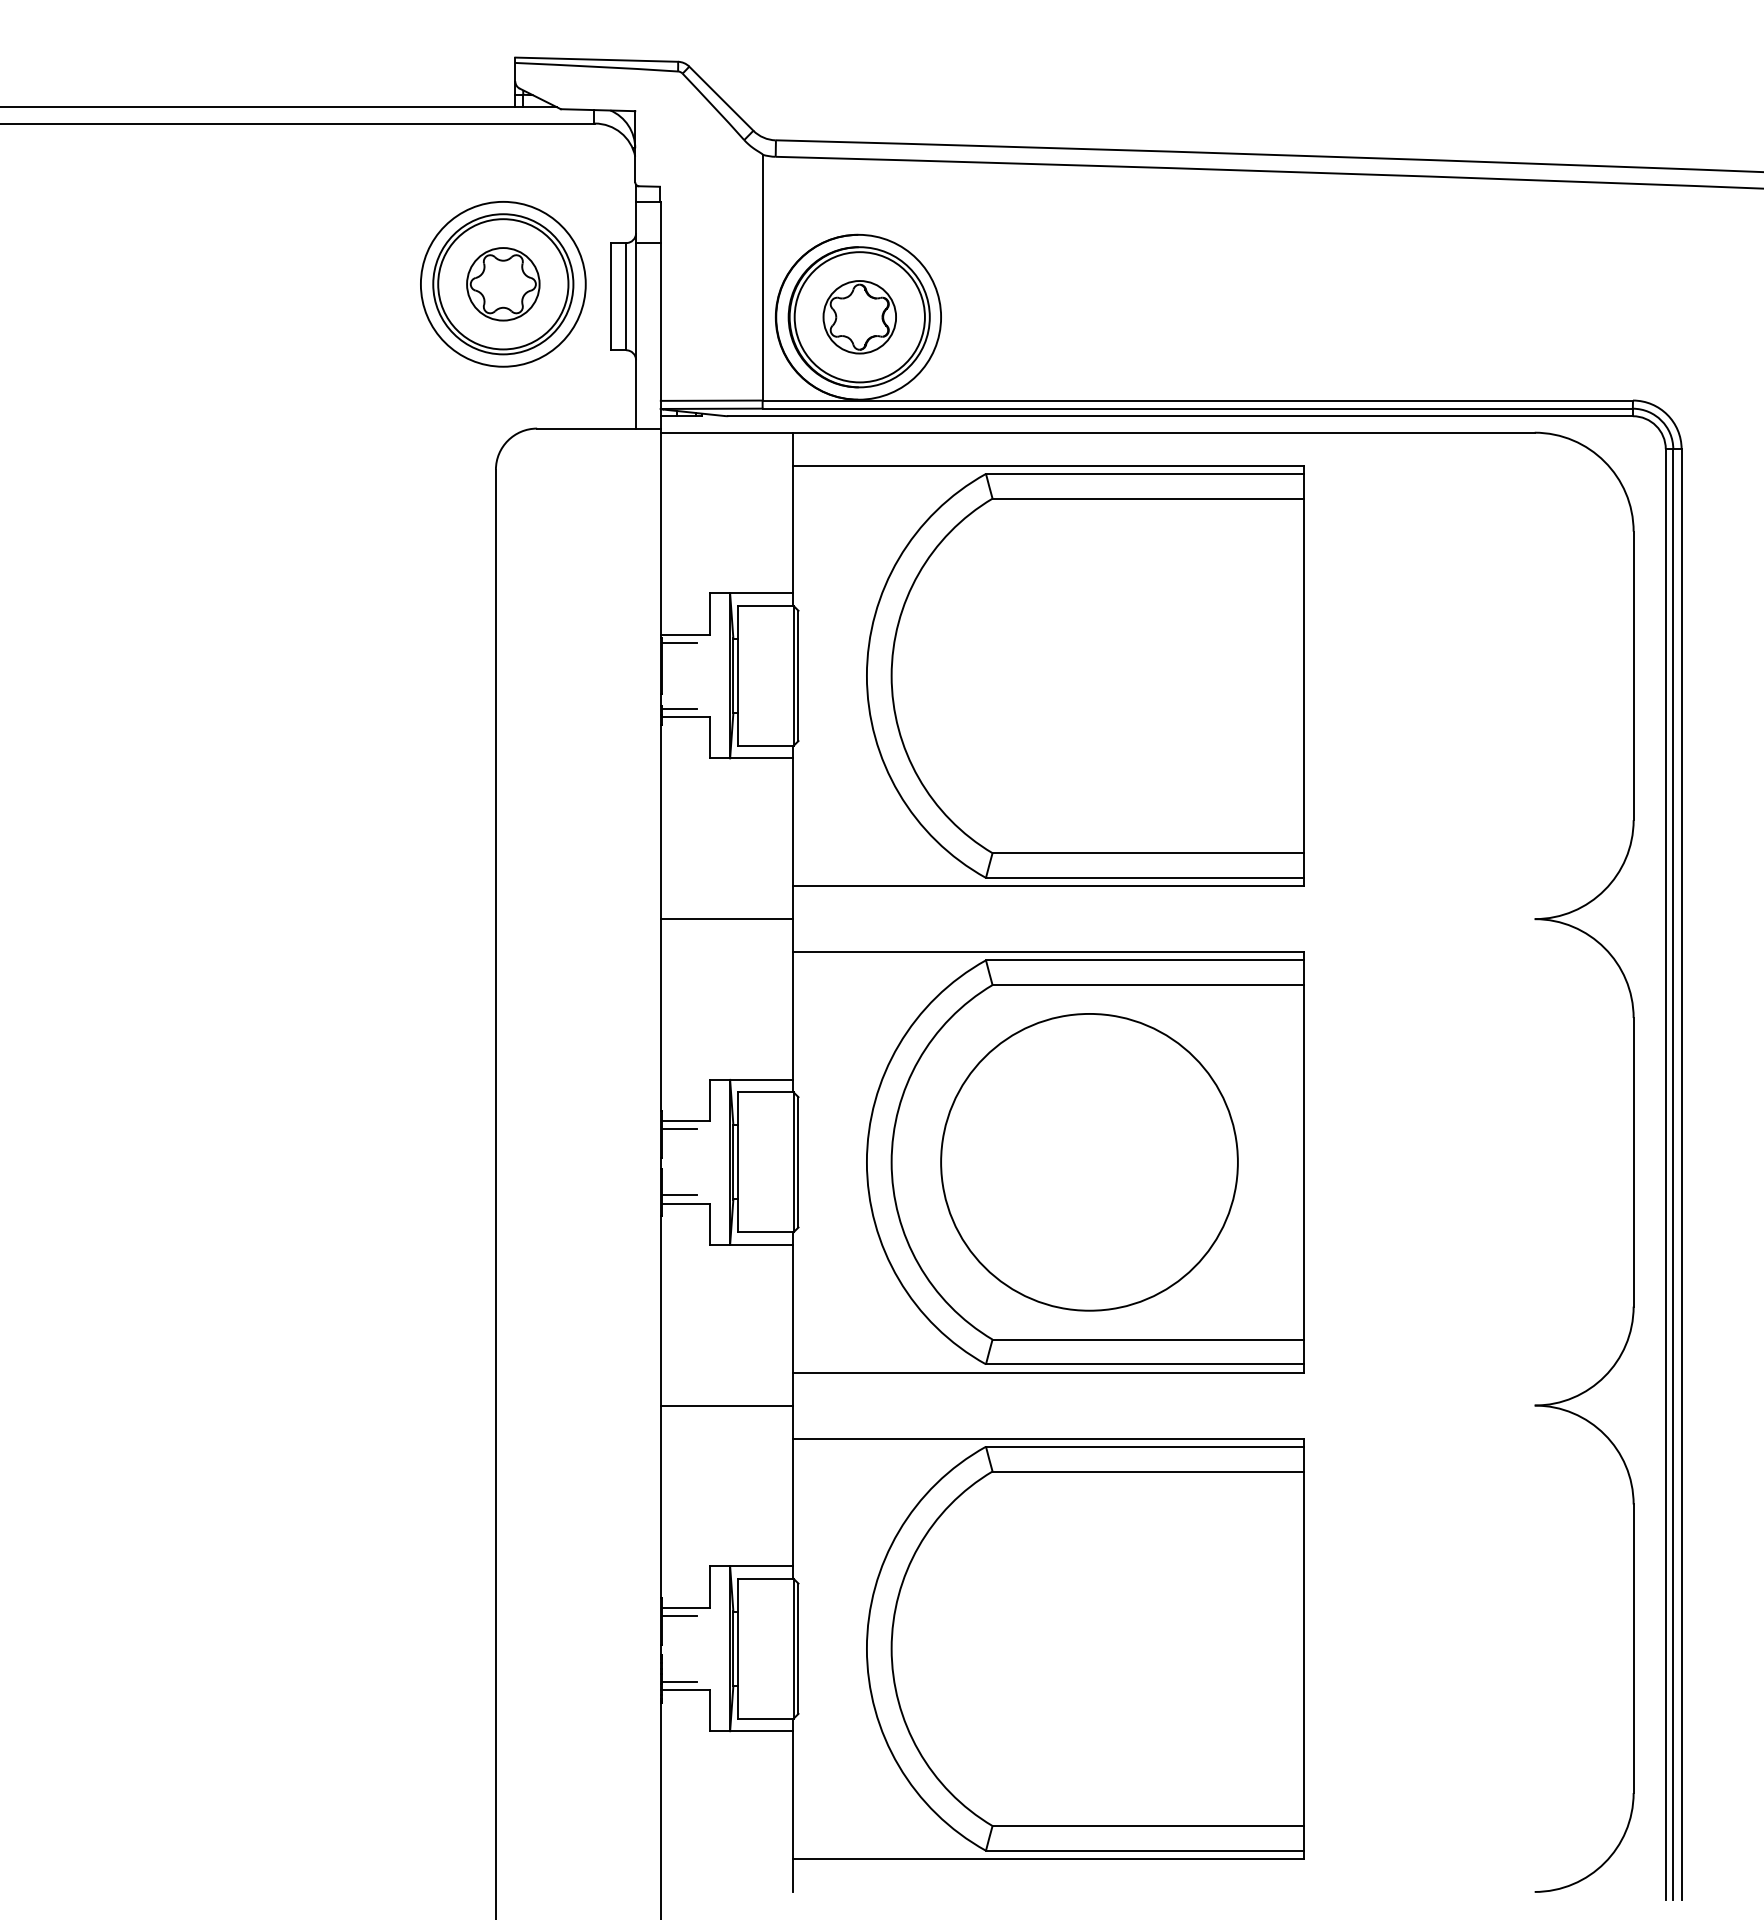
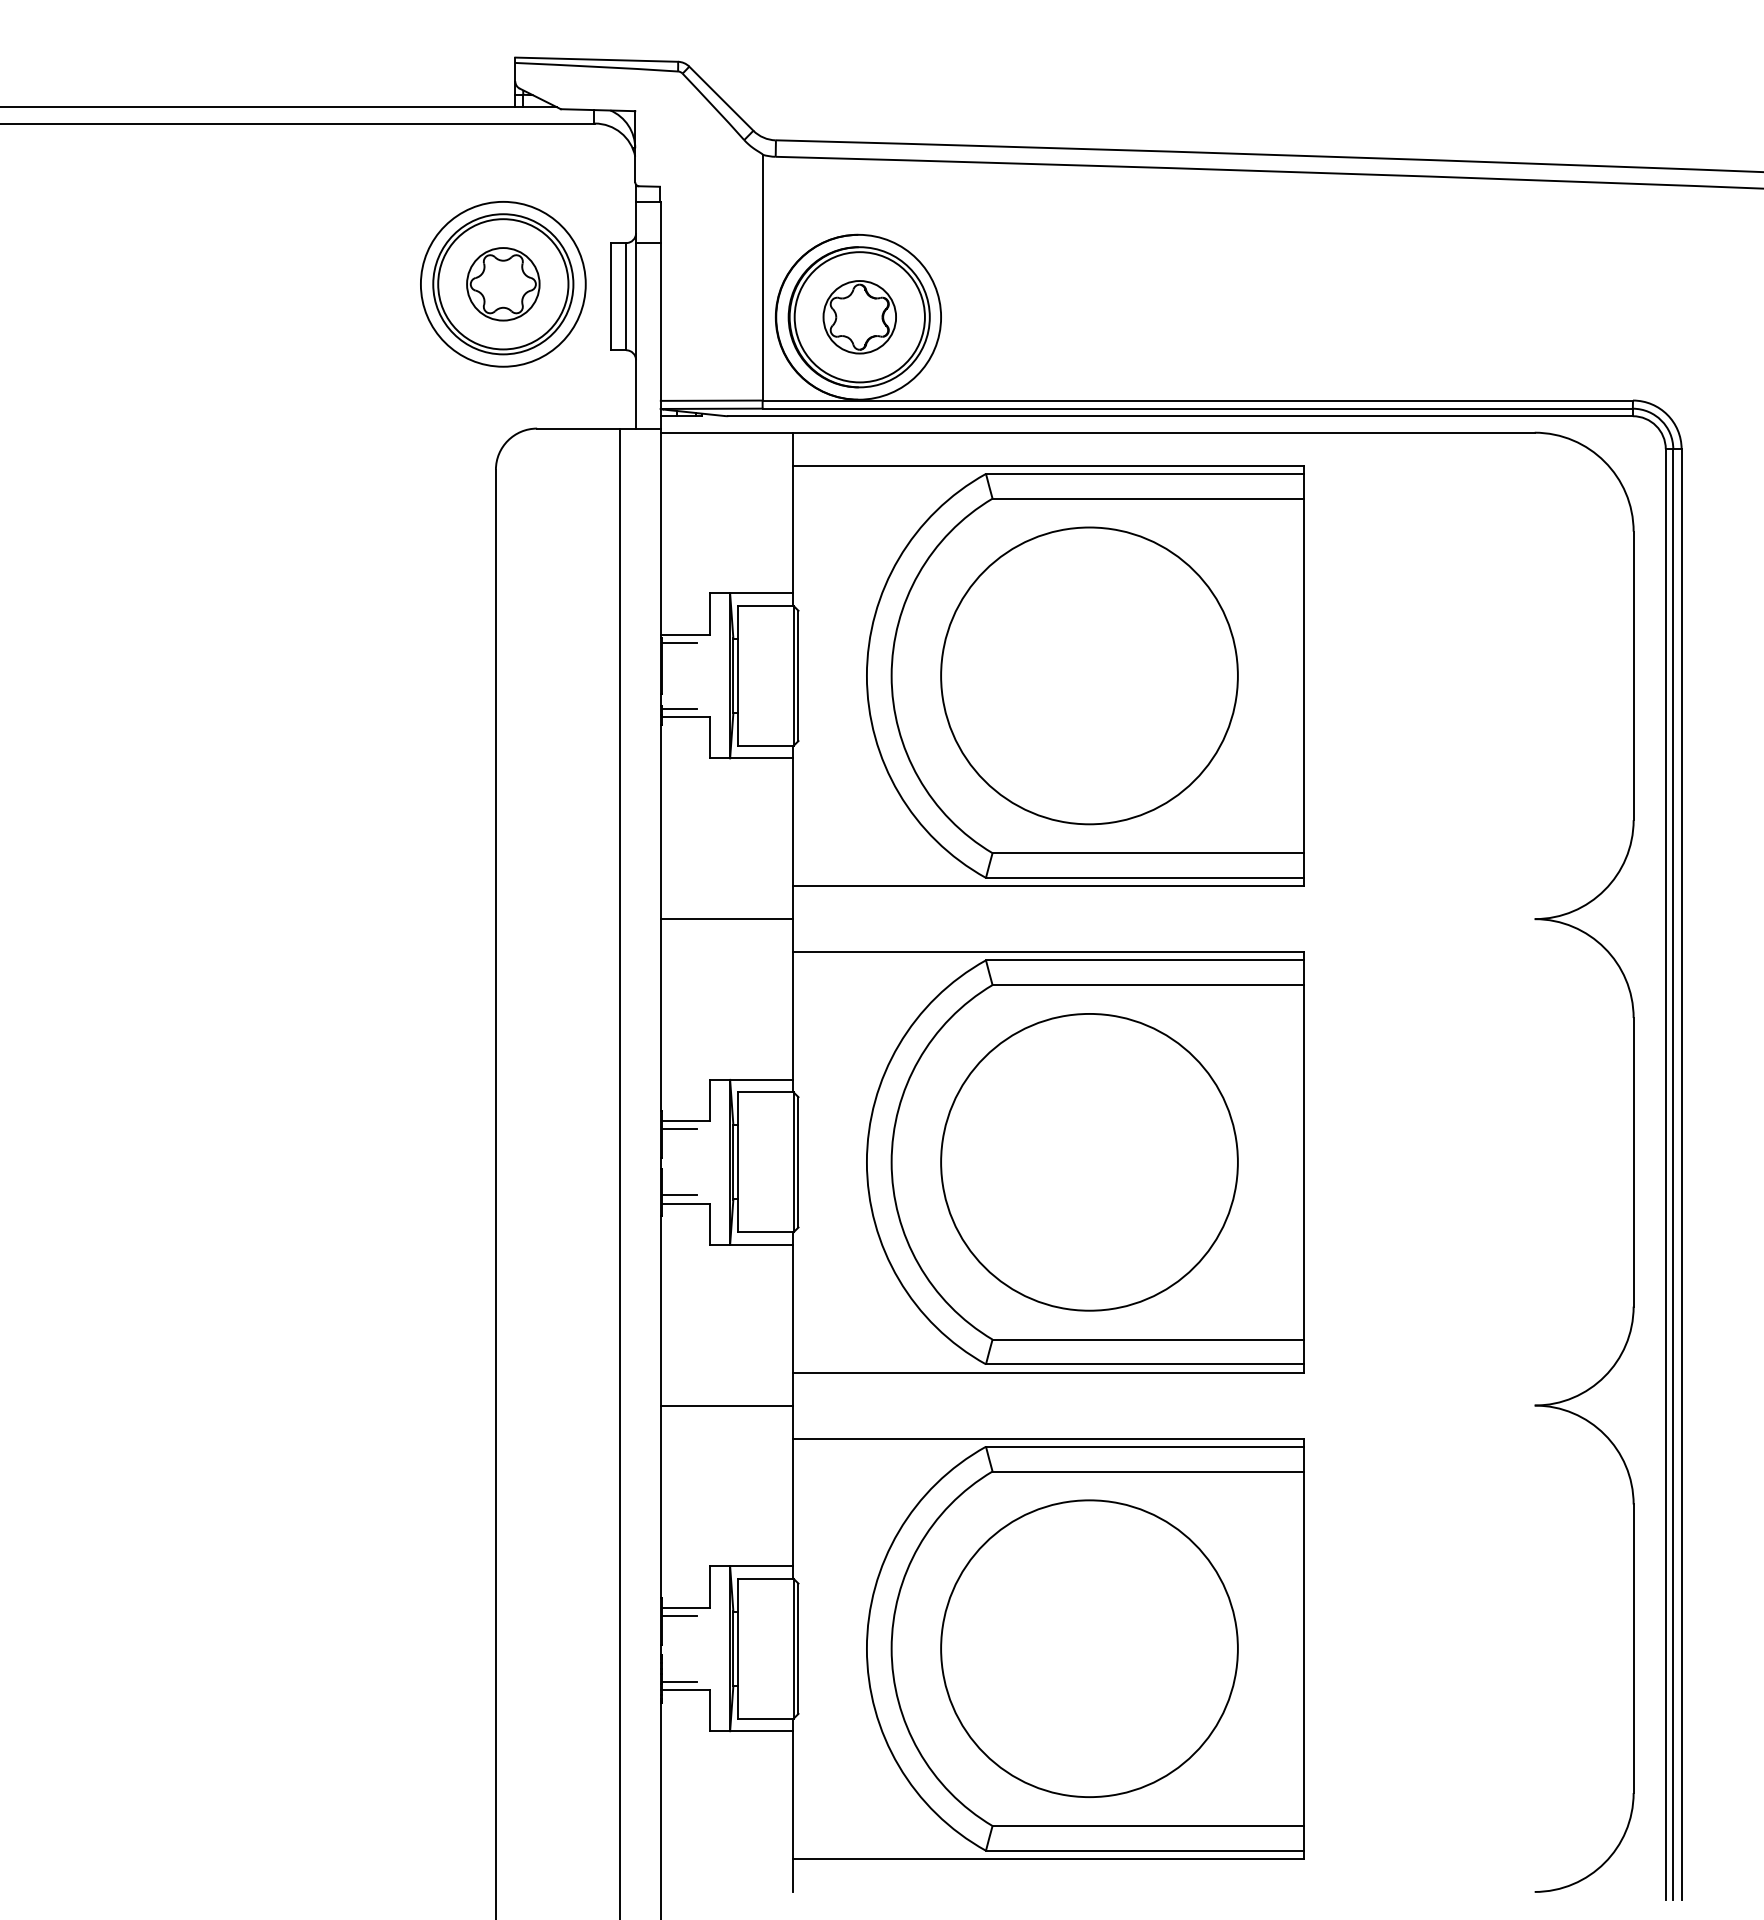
circle at (1089, 675): none -> present
line at (619, 1172): none -> present
circle at (1089, 1648): none -> present
